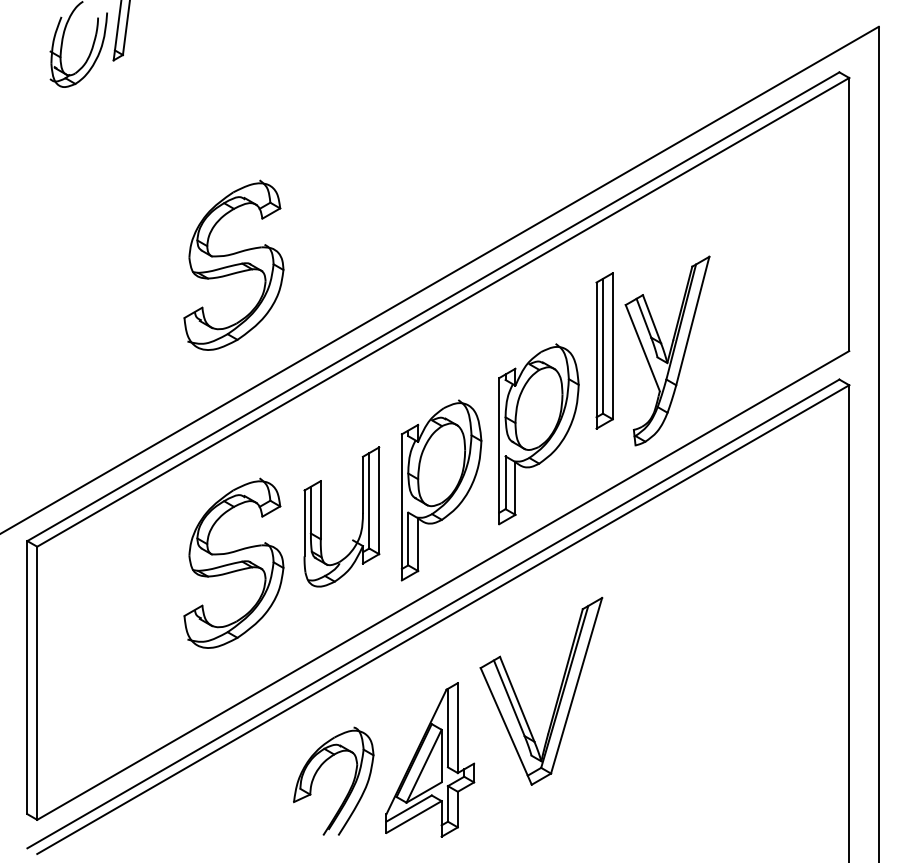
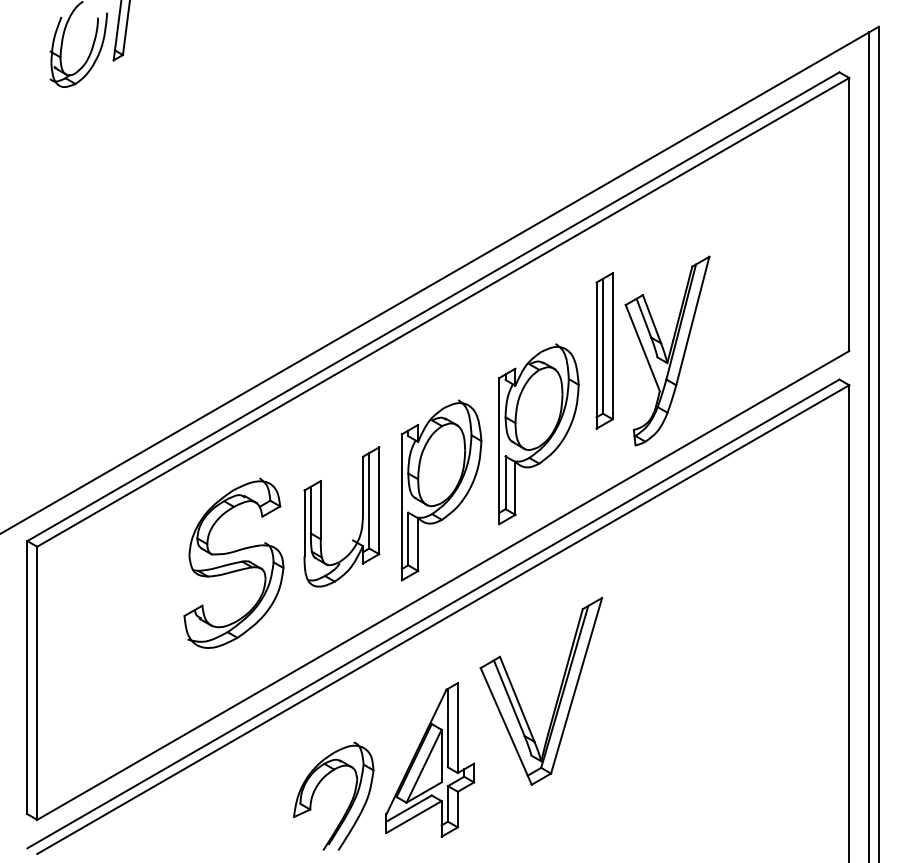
part at (233, 264): present -> none
line at (868, 445): none -> present
part at (320, 768) position: (320, 768) -> (320, 783)
